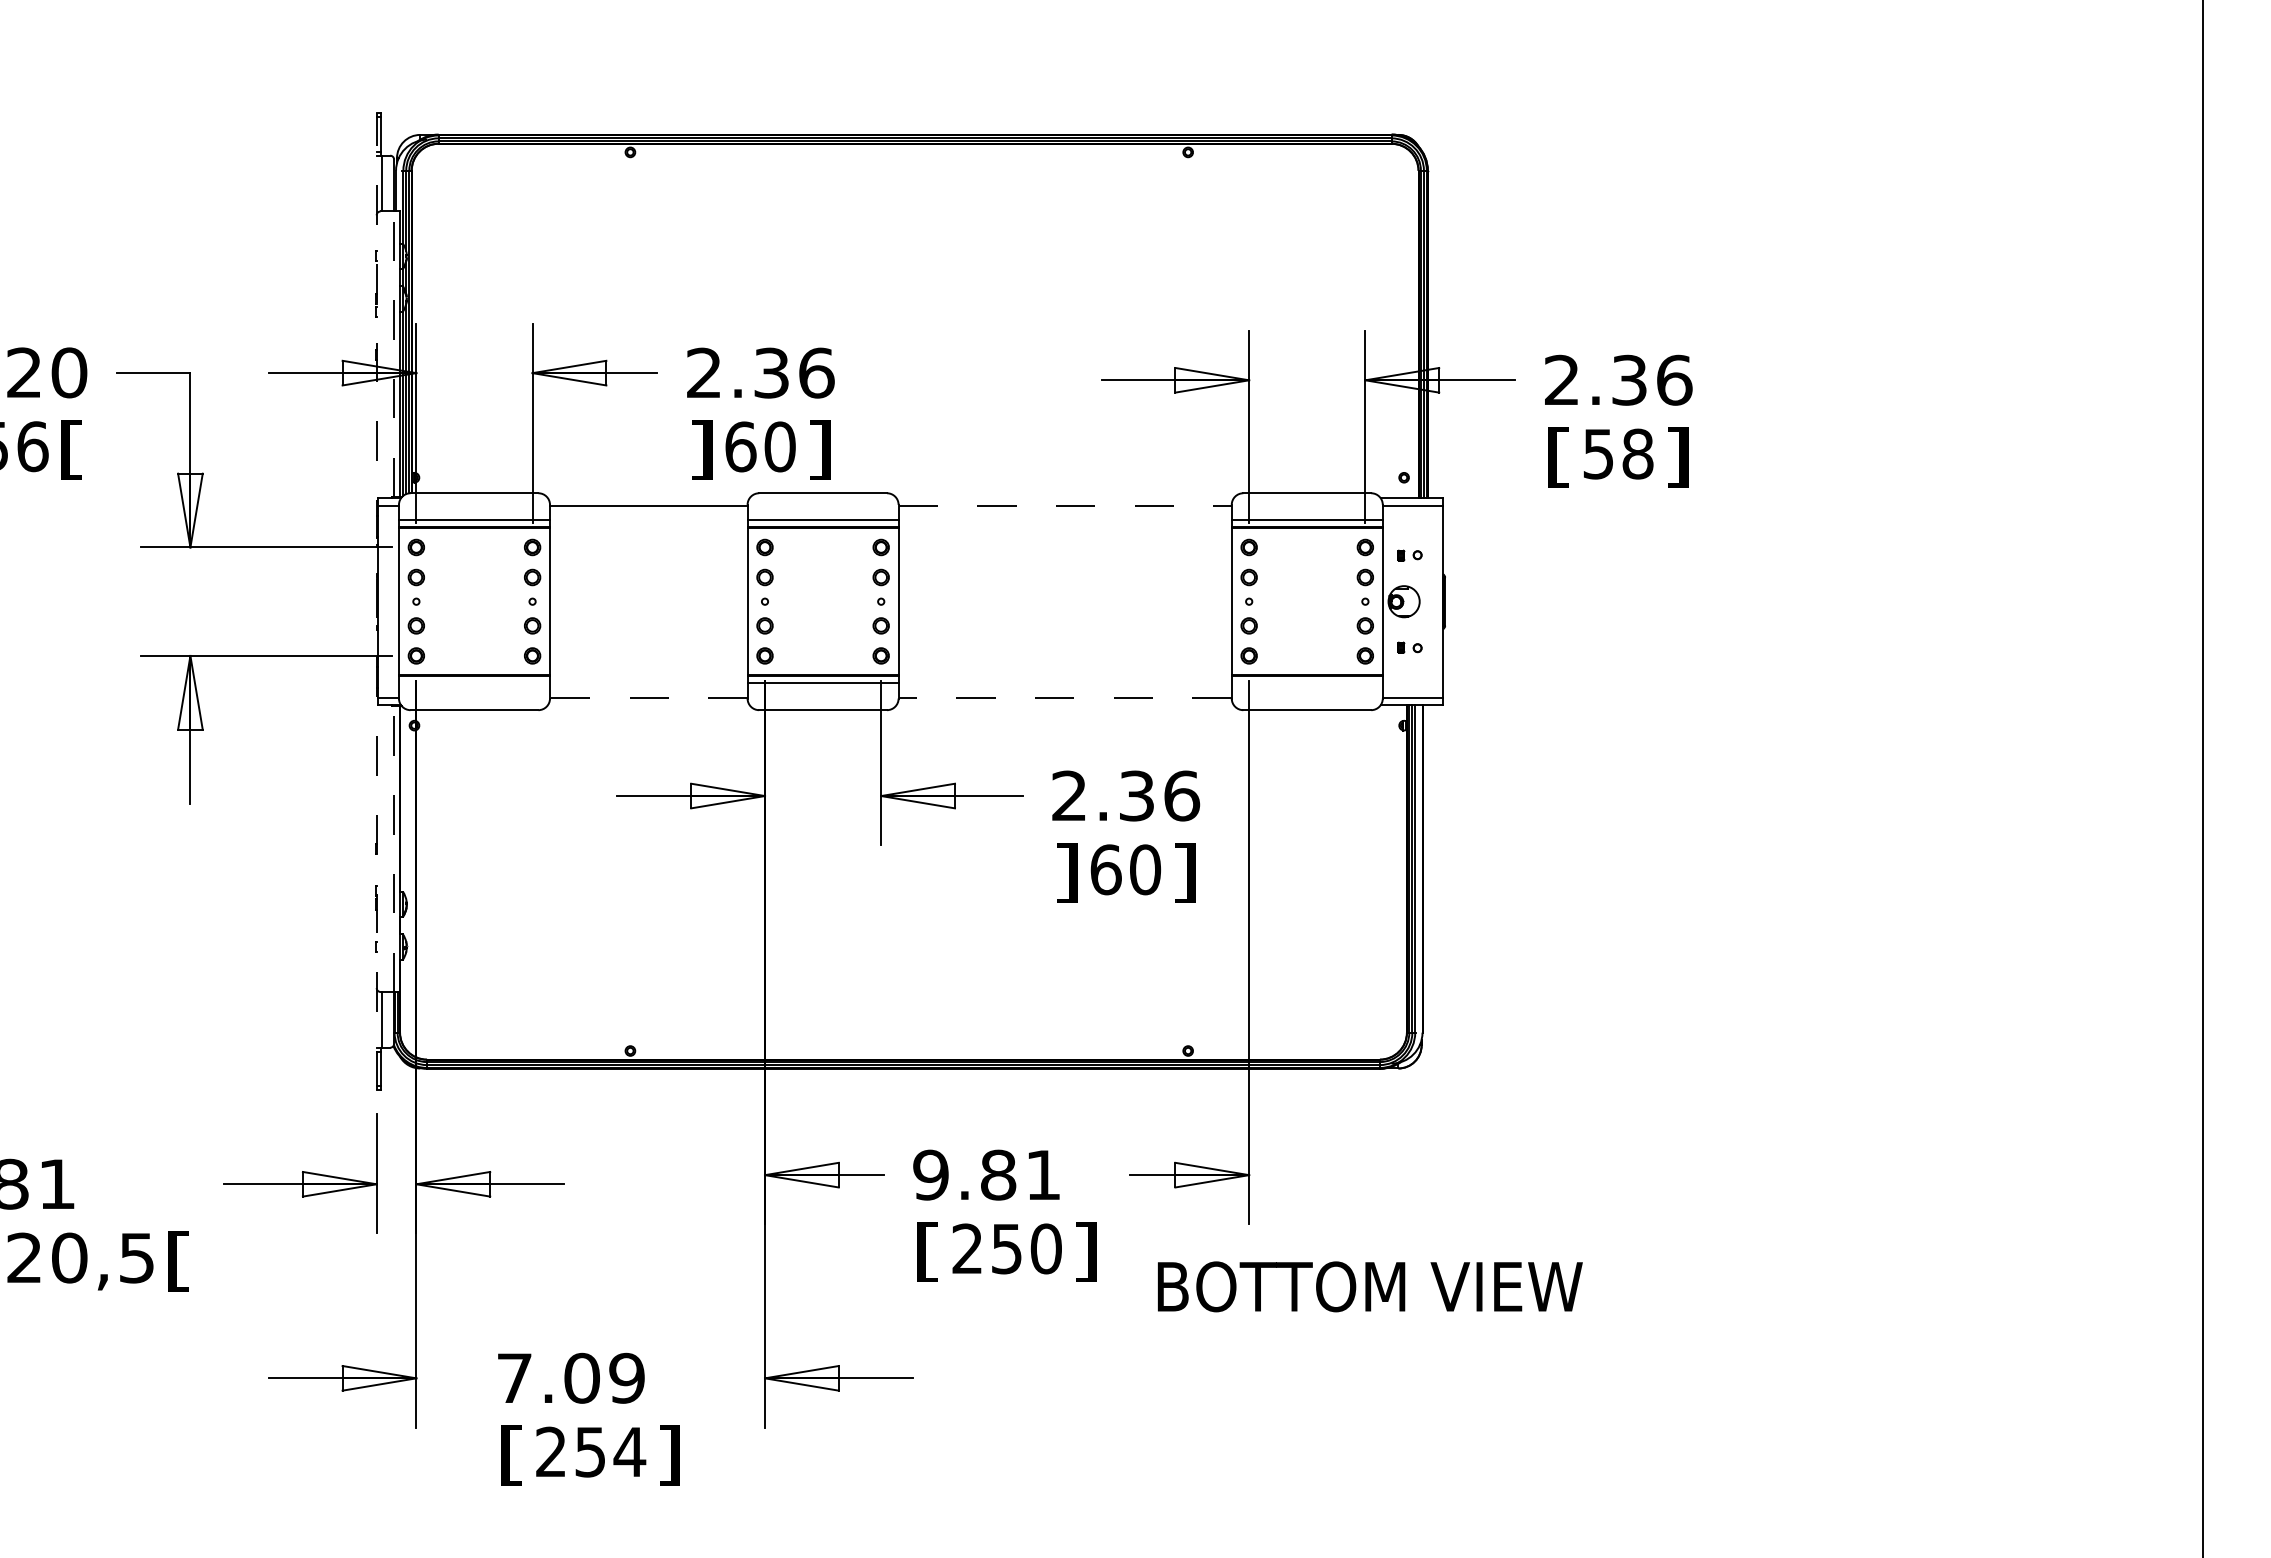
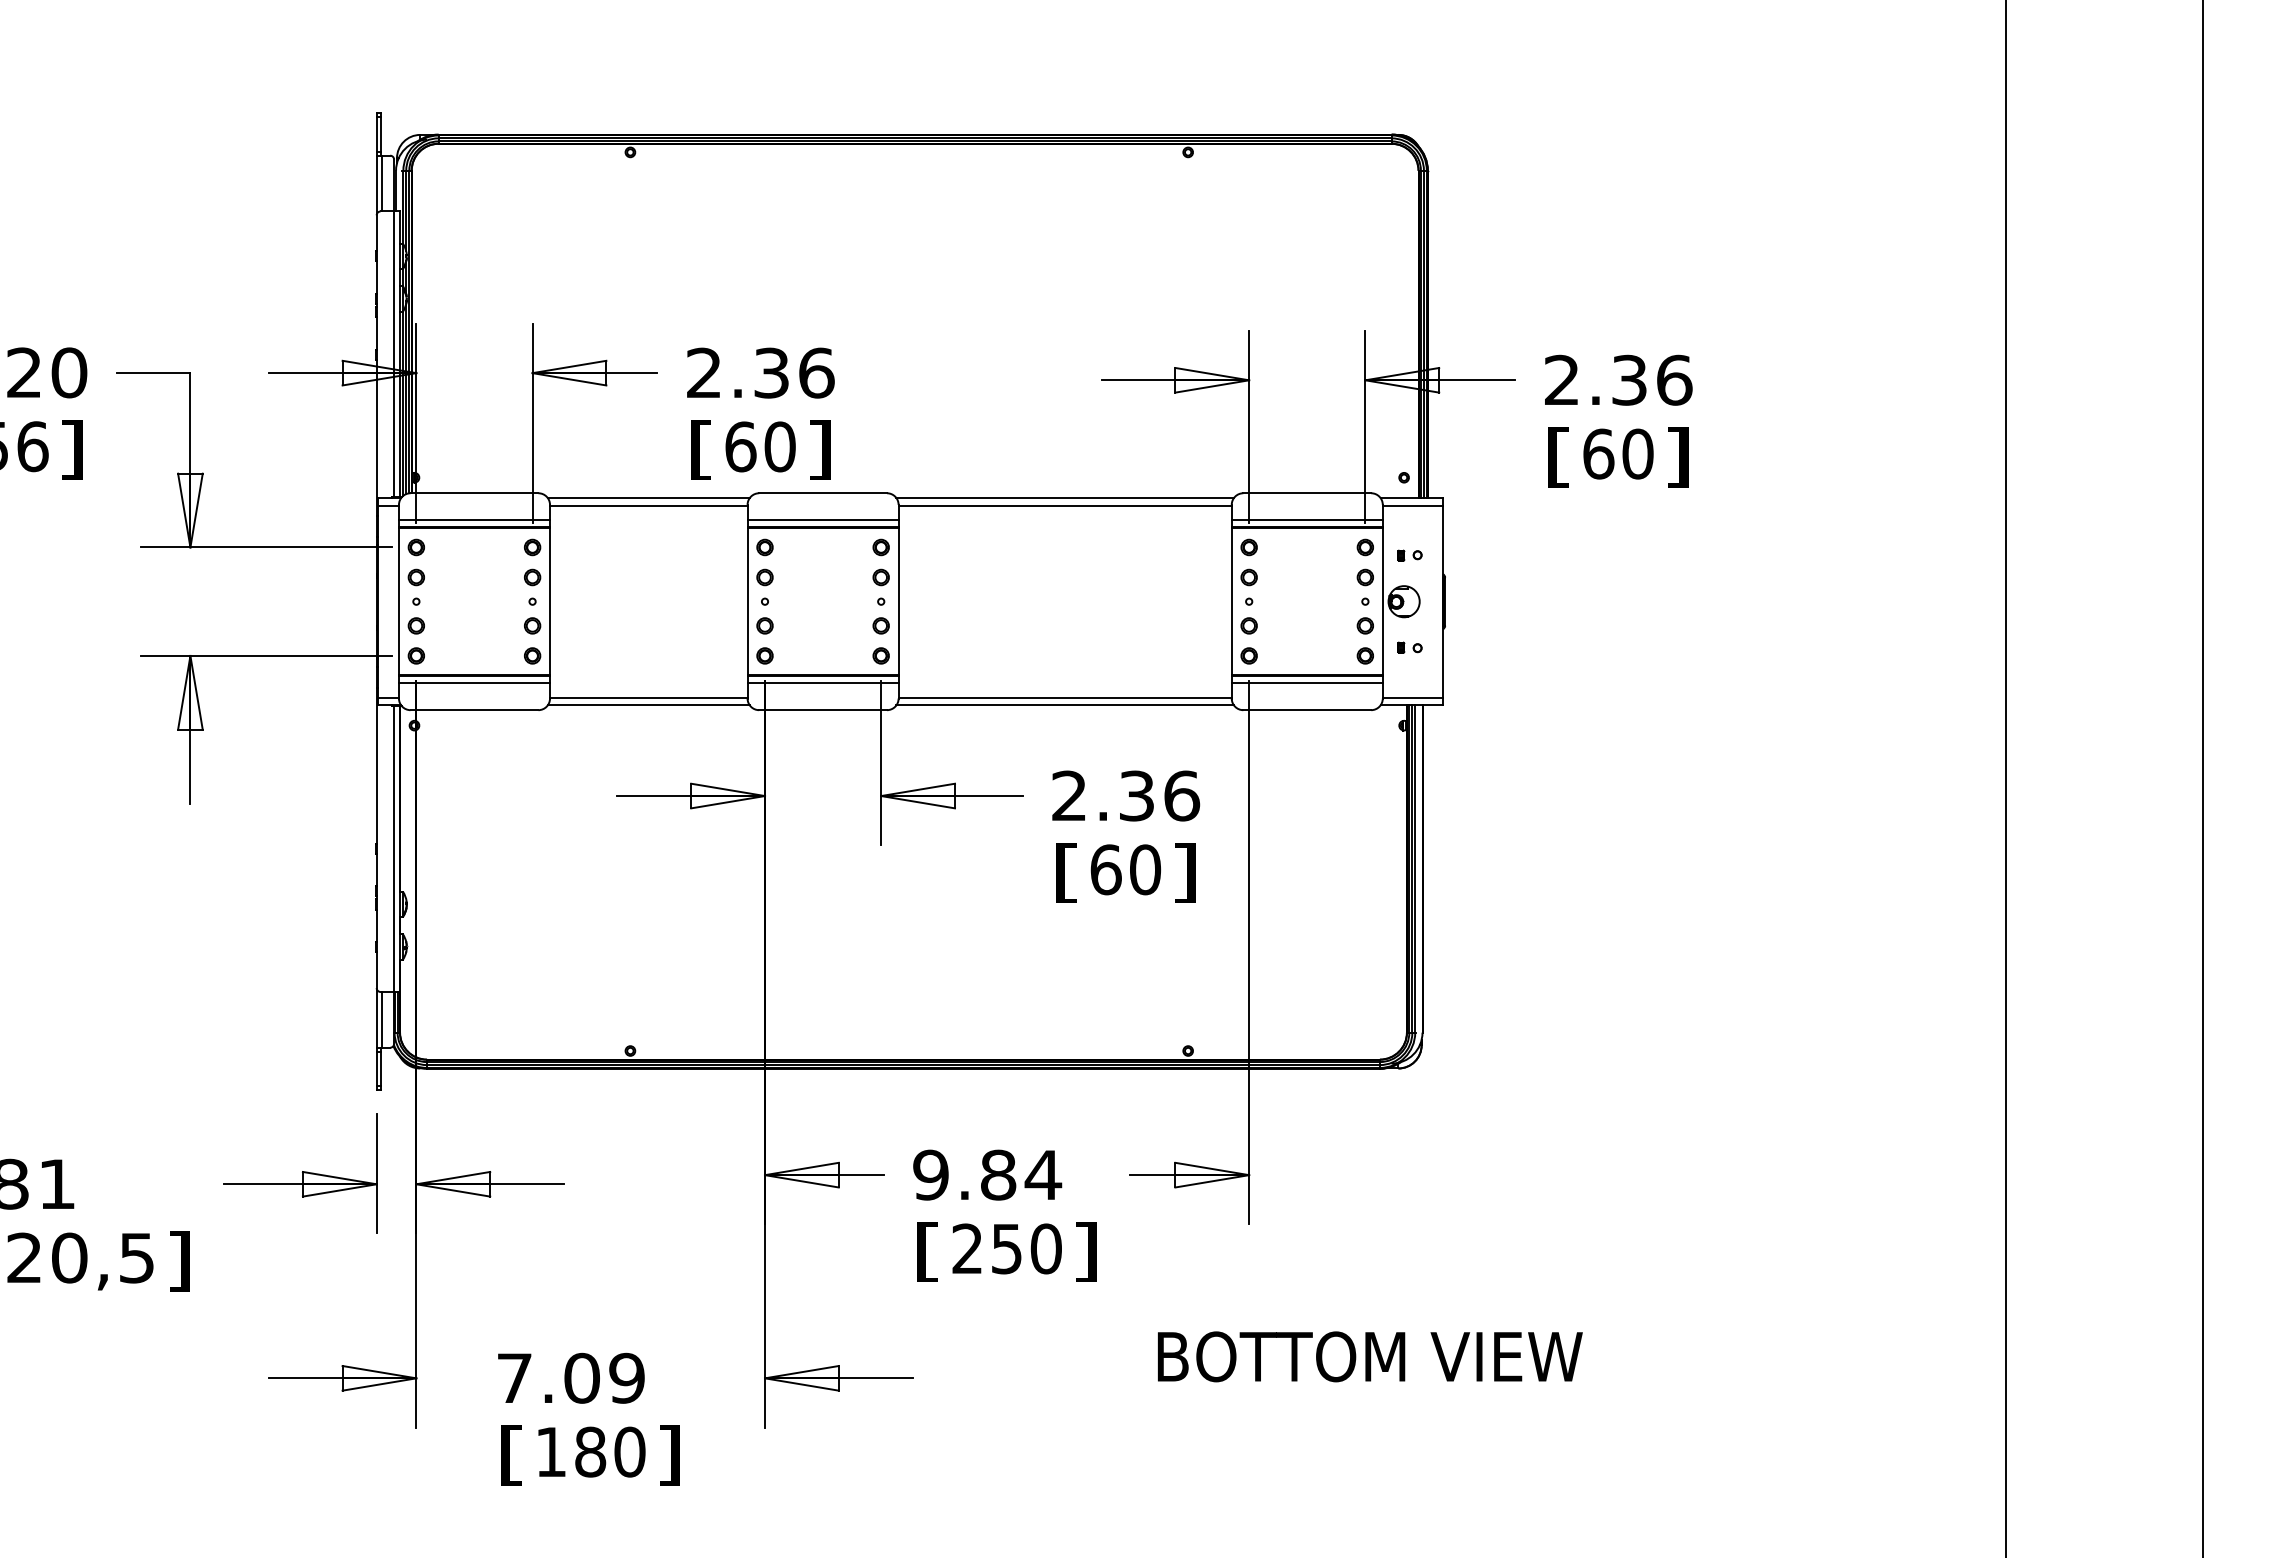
line at (394, 354): dashed -> solid
text at (71, 449): [ -> ]
text at (701, 449): ] -> [
text at (1618, 453): 58 -> 60
line at (648, 498): none -> present
line at (1064, 498): none -> present
line at (1065, 505): dashed -> solid
line at (376, 601): dashed -> solid
line at (474, 682): none -> present
line at (1306, 682): none -> present
line at (648, 697): dashed -> solid
line at (1065, 697): dashed -> solid
line at (648, 705): none -> present
line at (1064, 705): none -> present
line at (2006, 778): none -> present
line at (394, 849): dashed -> solid
text at (1066, 872): ] -> [
text at (1043, 1174): 9.81 -> 9.84
text at (178, 1261): [ -> ]
text at (1370, 1286) position: (1370, 1286) -> (1370, 1356)
text at (591, 1451): 254 -> 180
